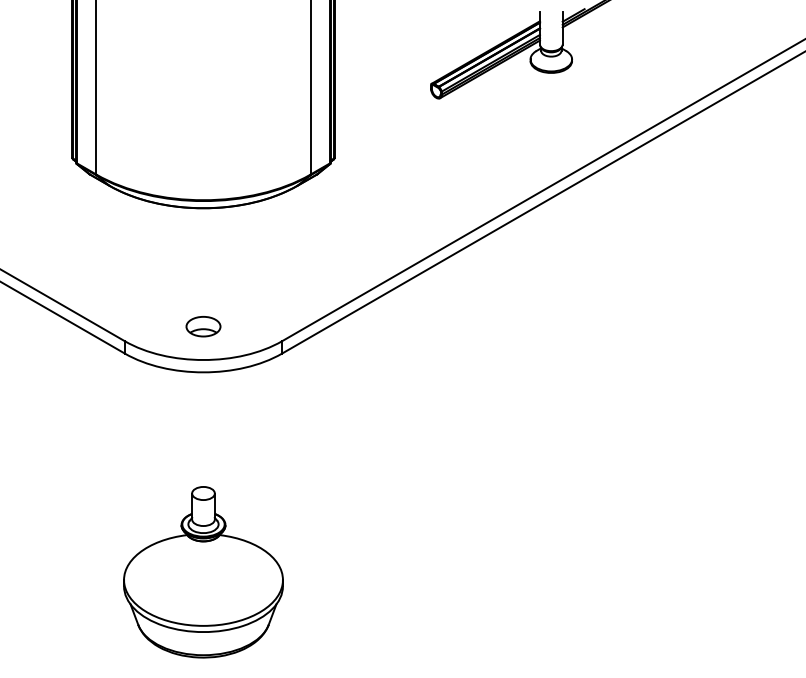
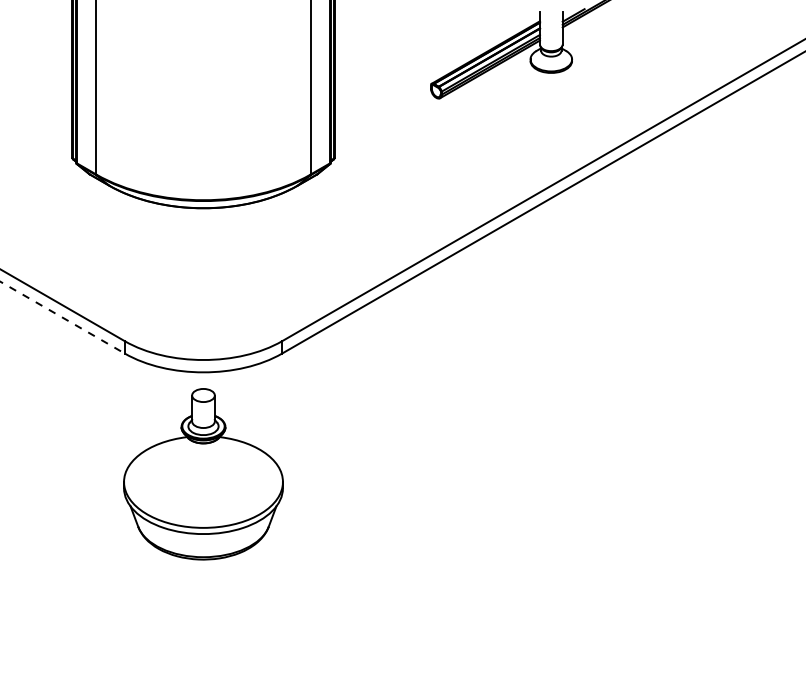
line at (62, 317): solid -> dashed
part at (203, 326): present -> none
part at (203, 572) position: (203, 572) -> (203, 474)
